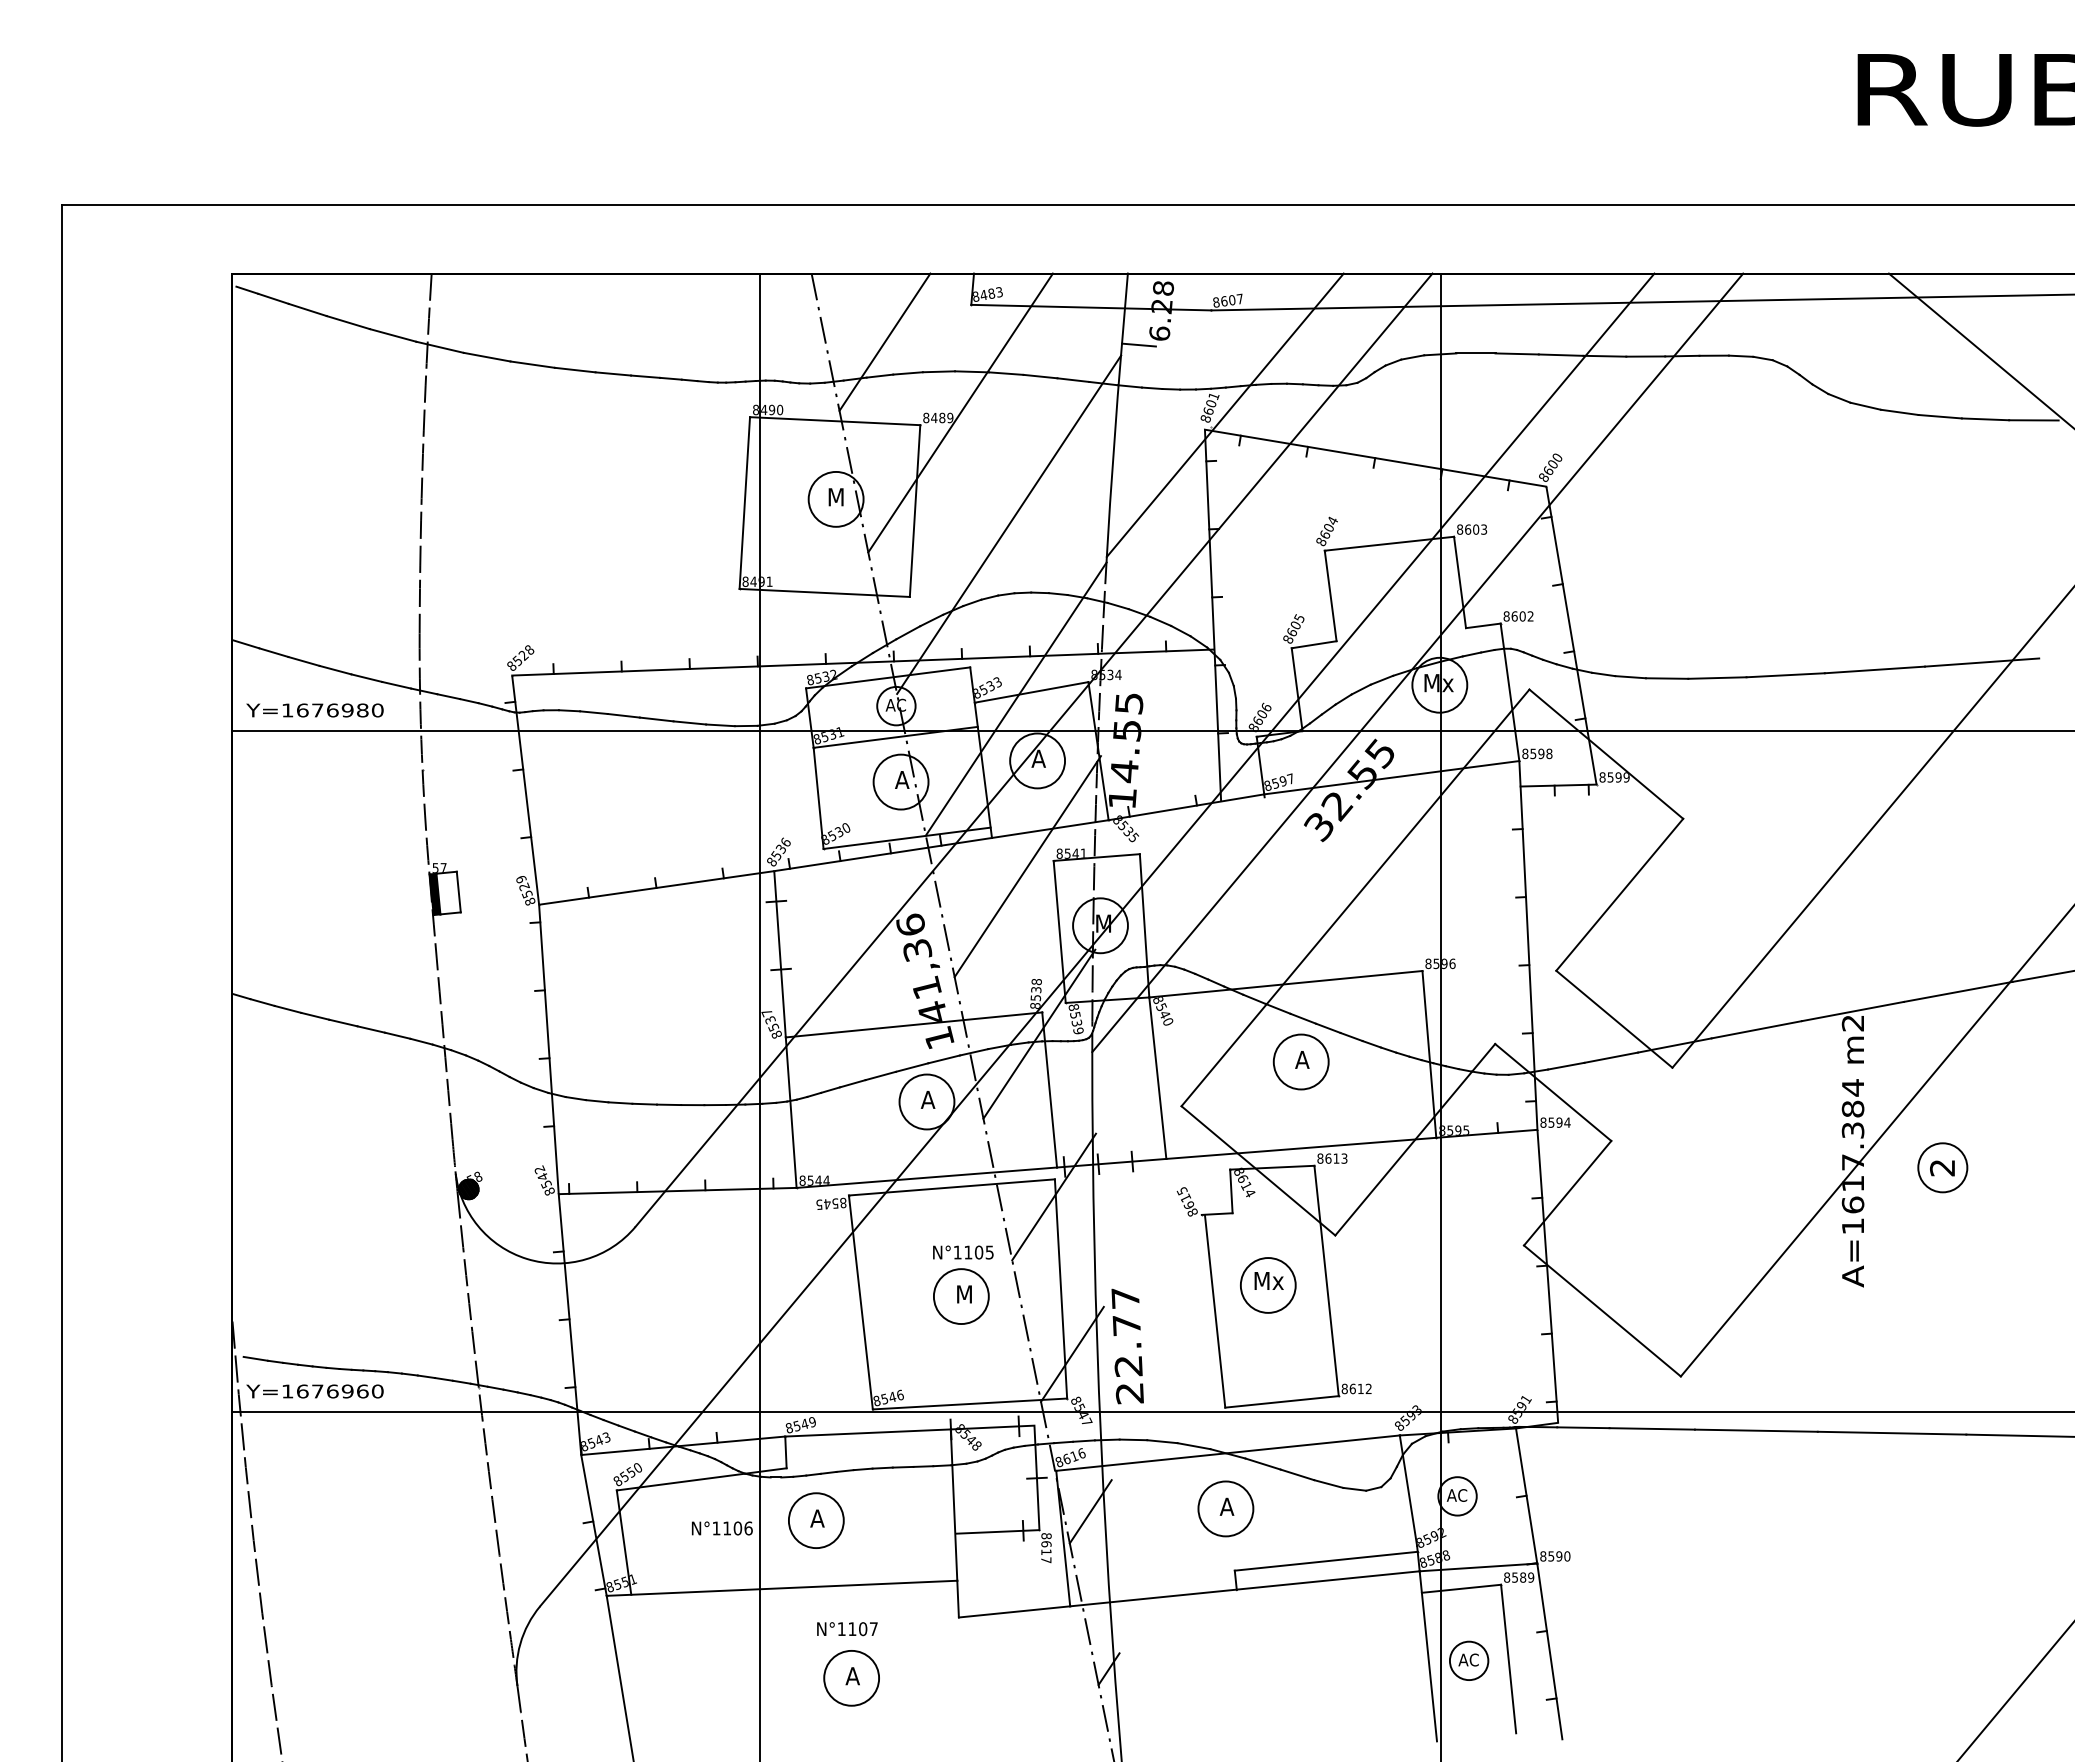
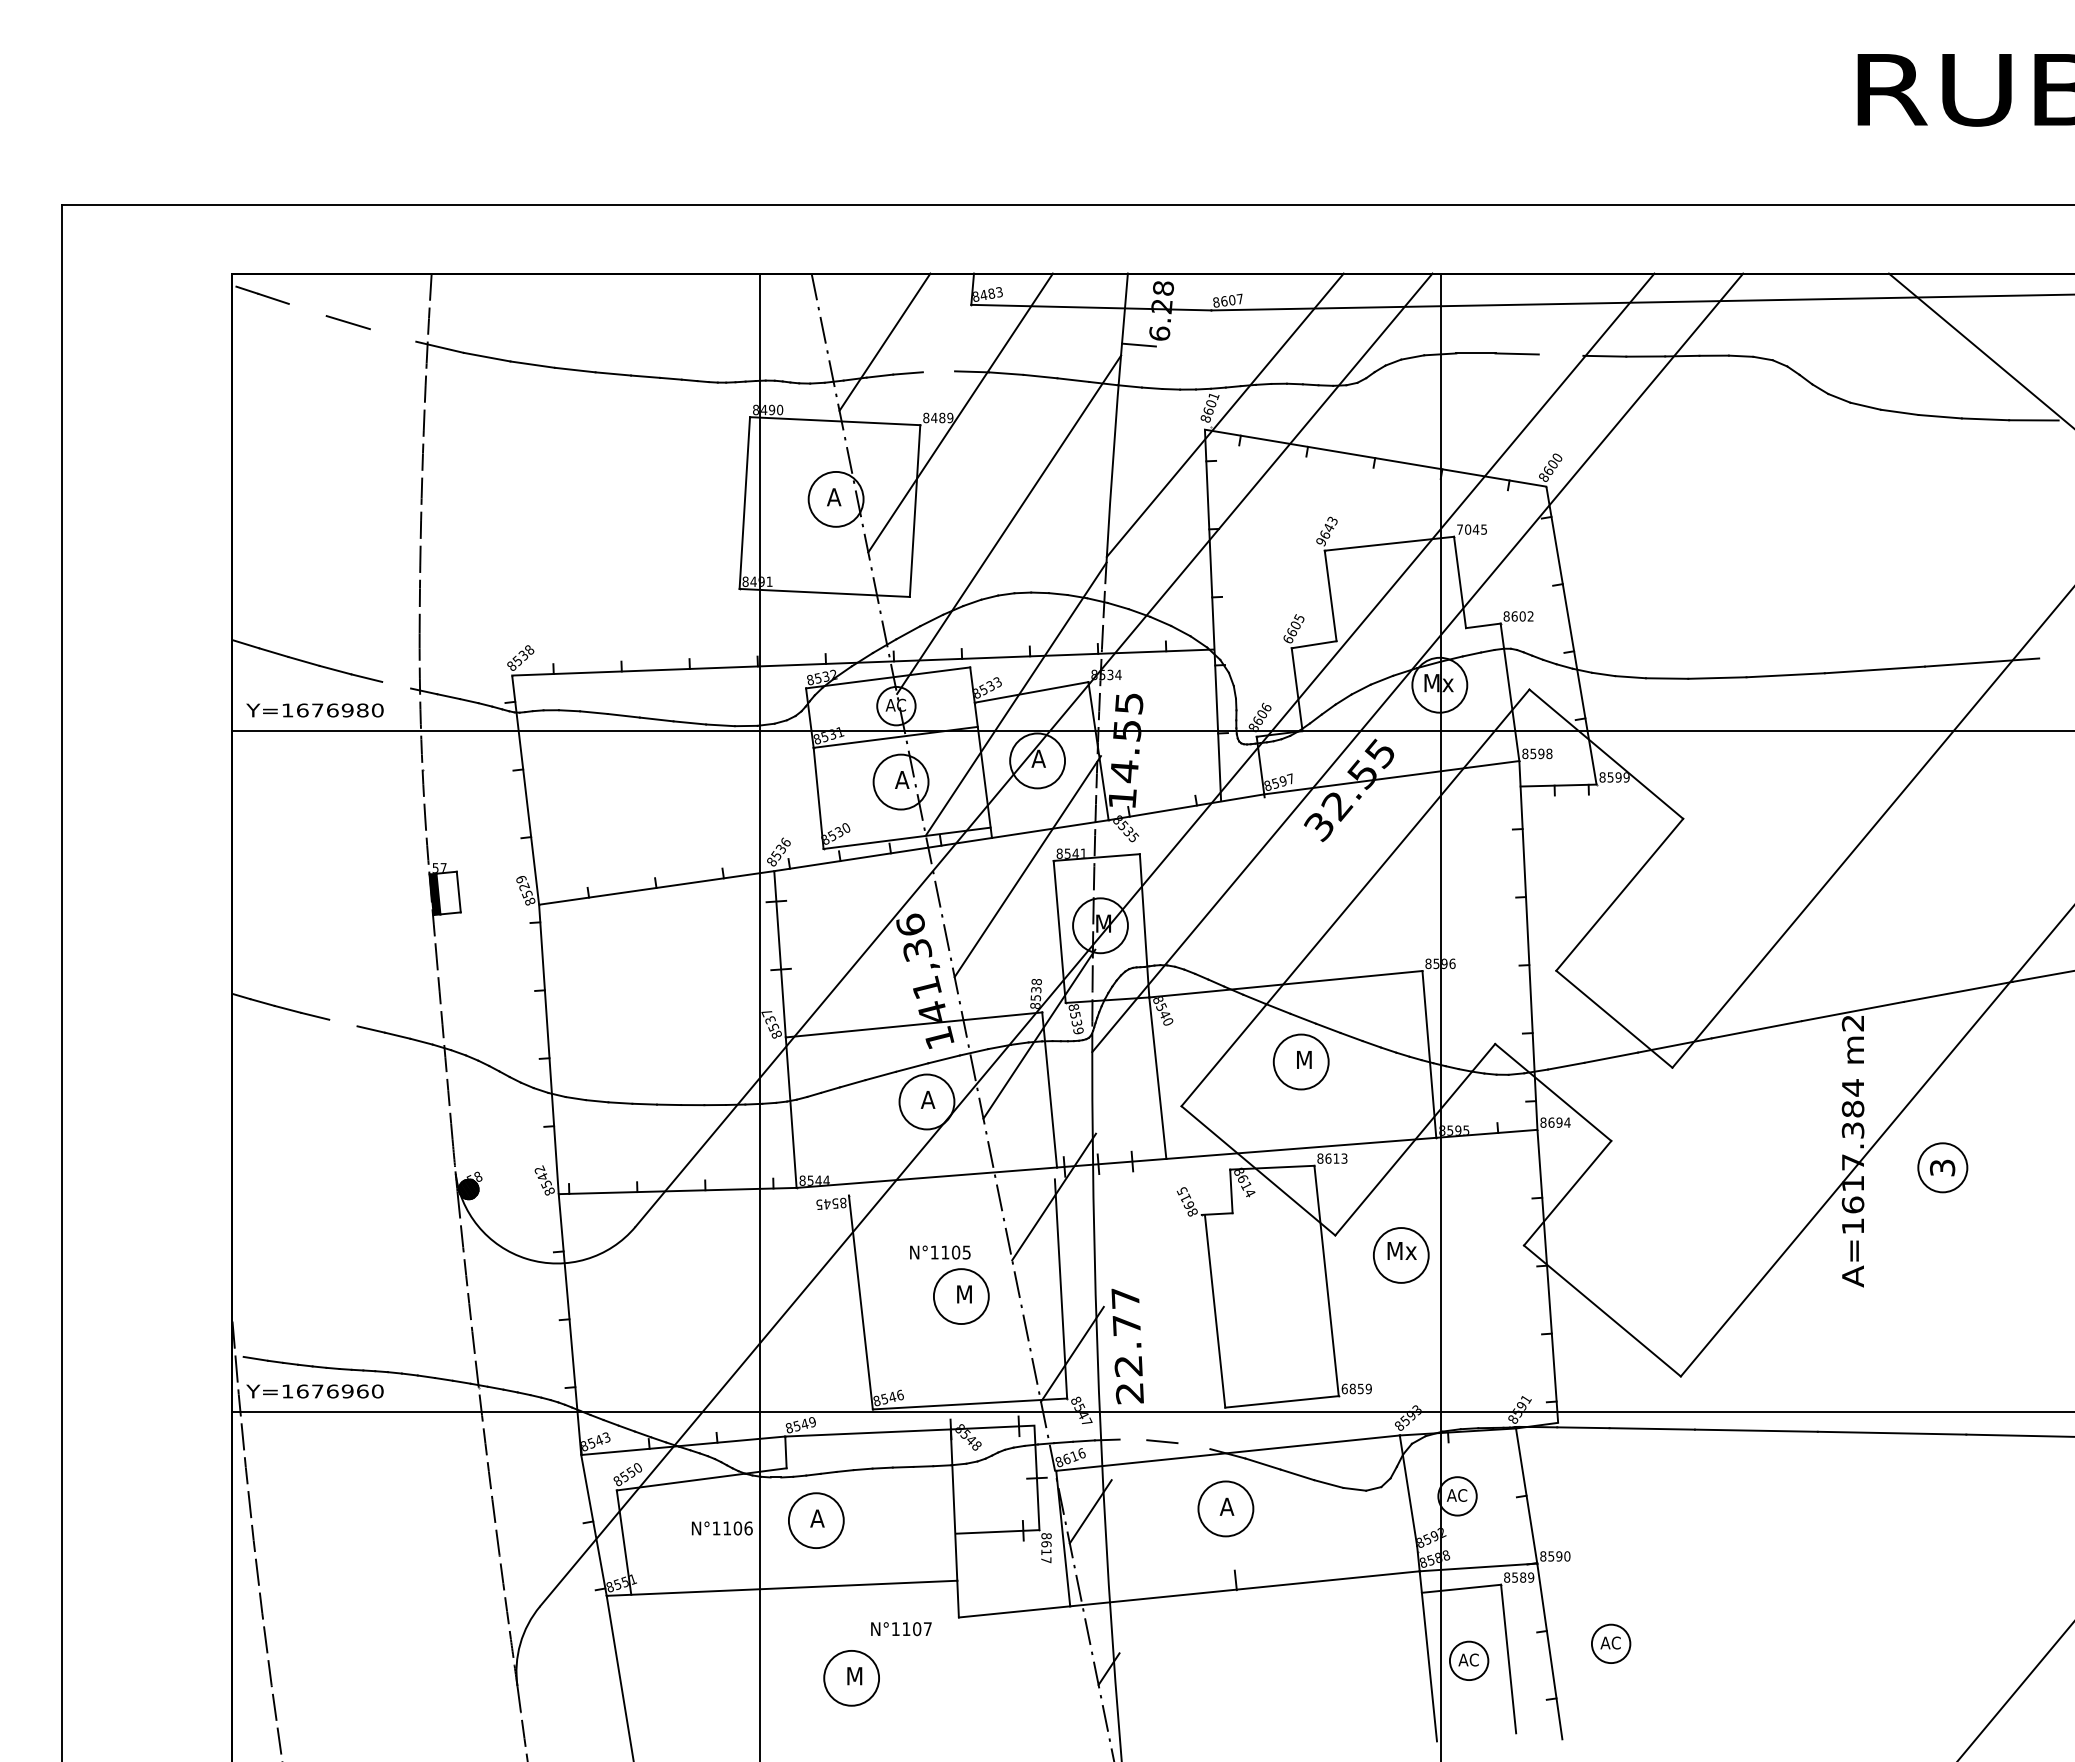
line at (307, 309): present -> none
line at (392, 335): present -> none
line at (1560, 354): present -> none
line at (938, 371): present -> none
text at (835, 497): M -> A
text at (1471, 529): 8603 -> 7045
text at (1327, 531): 8604 -> 9643
text at (1287, 639): 8605 -> 6605
text at (523, 654): 8528 -> 8538
line at (396, 684): present -> none
line at (343, 1022): present -> none
text at (1303, 1059): A -> M
text at (1551, 1122): 8594 -> 8694
text at (1942, 1167): 2 -> 3
line at (951, 1187): present -> none
text at (963, 1252) position: (963, 1252) -> (940, 1252)
part at (1268, 1285) position: (1268, 1285) -> (1401, 1255)
text at (1356, 1388): 8612 -> 6859
line at (1133, 1439): present -> none
line at (1193, 1446): present -> none
line at (1325, 1560): present -> none
text at (847, 1629) position: (847, 1629) -> (901, 1629)
part at (1611, 1643): none -> present
text at (853, 1676): A -> M
